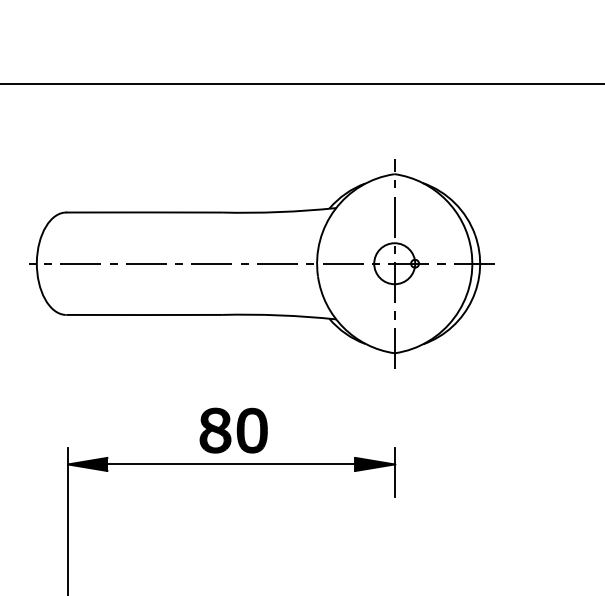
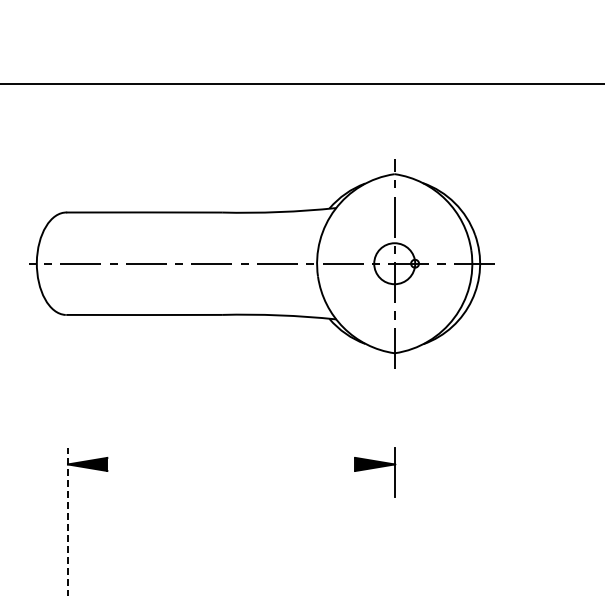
part at (233, 430): present -> none
line at (231, 464): present -> none
line at (68, 521): solid -> dashed
